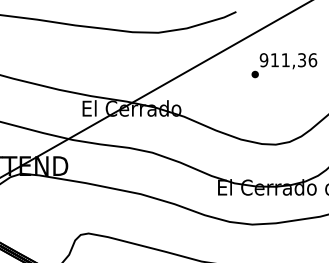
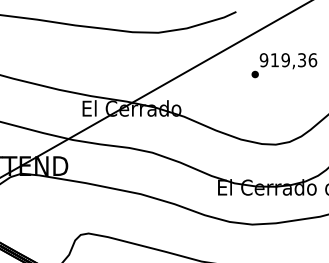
text at (285, 60): 911,36 -> 919,36
